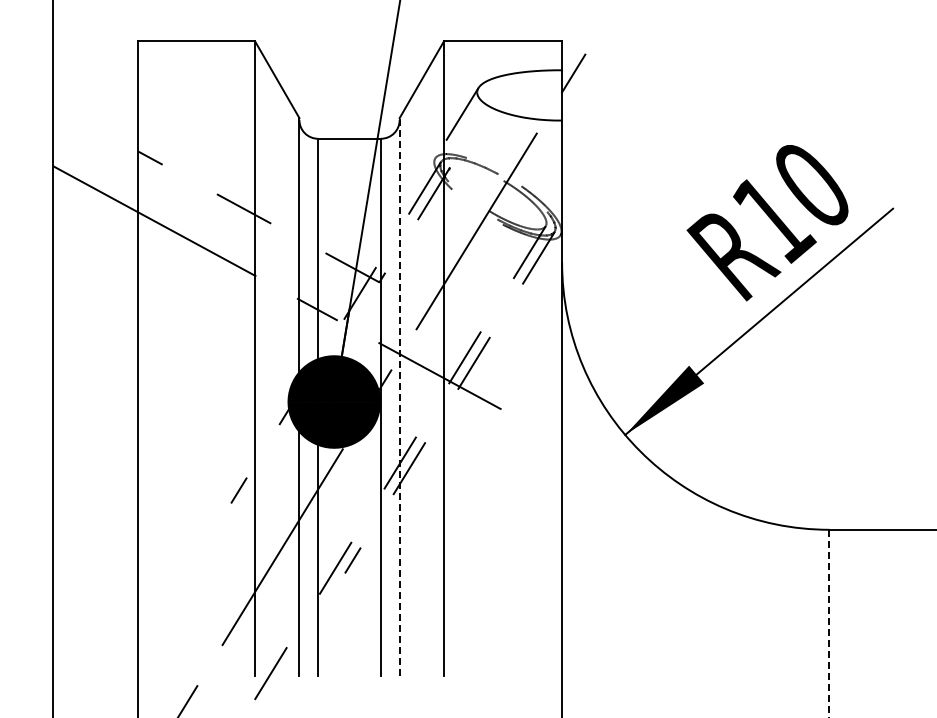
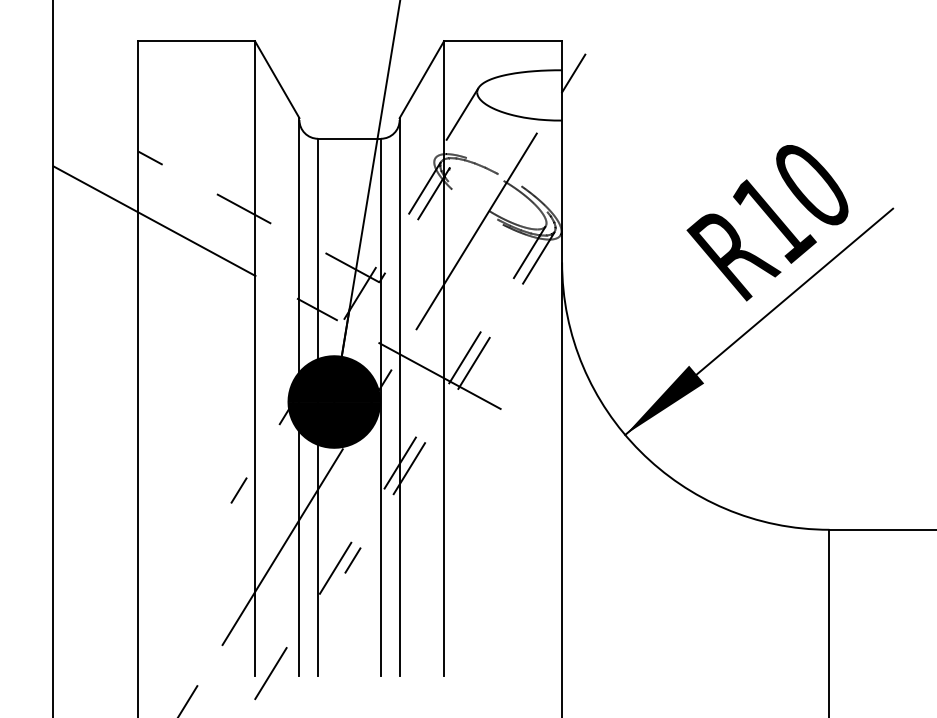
line at (399, 396): dashed -> solid
line at (829, 623): dashed -> solid
